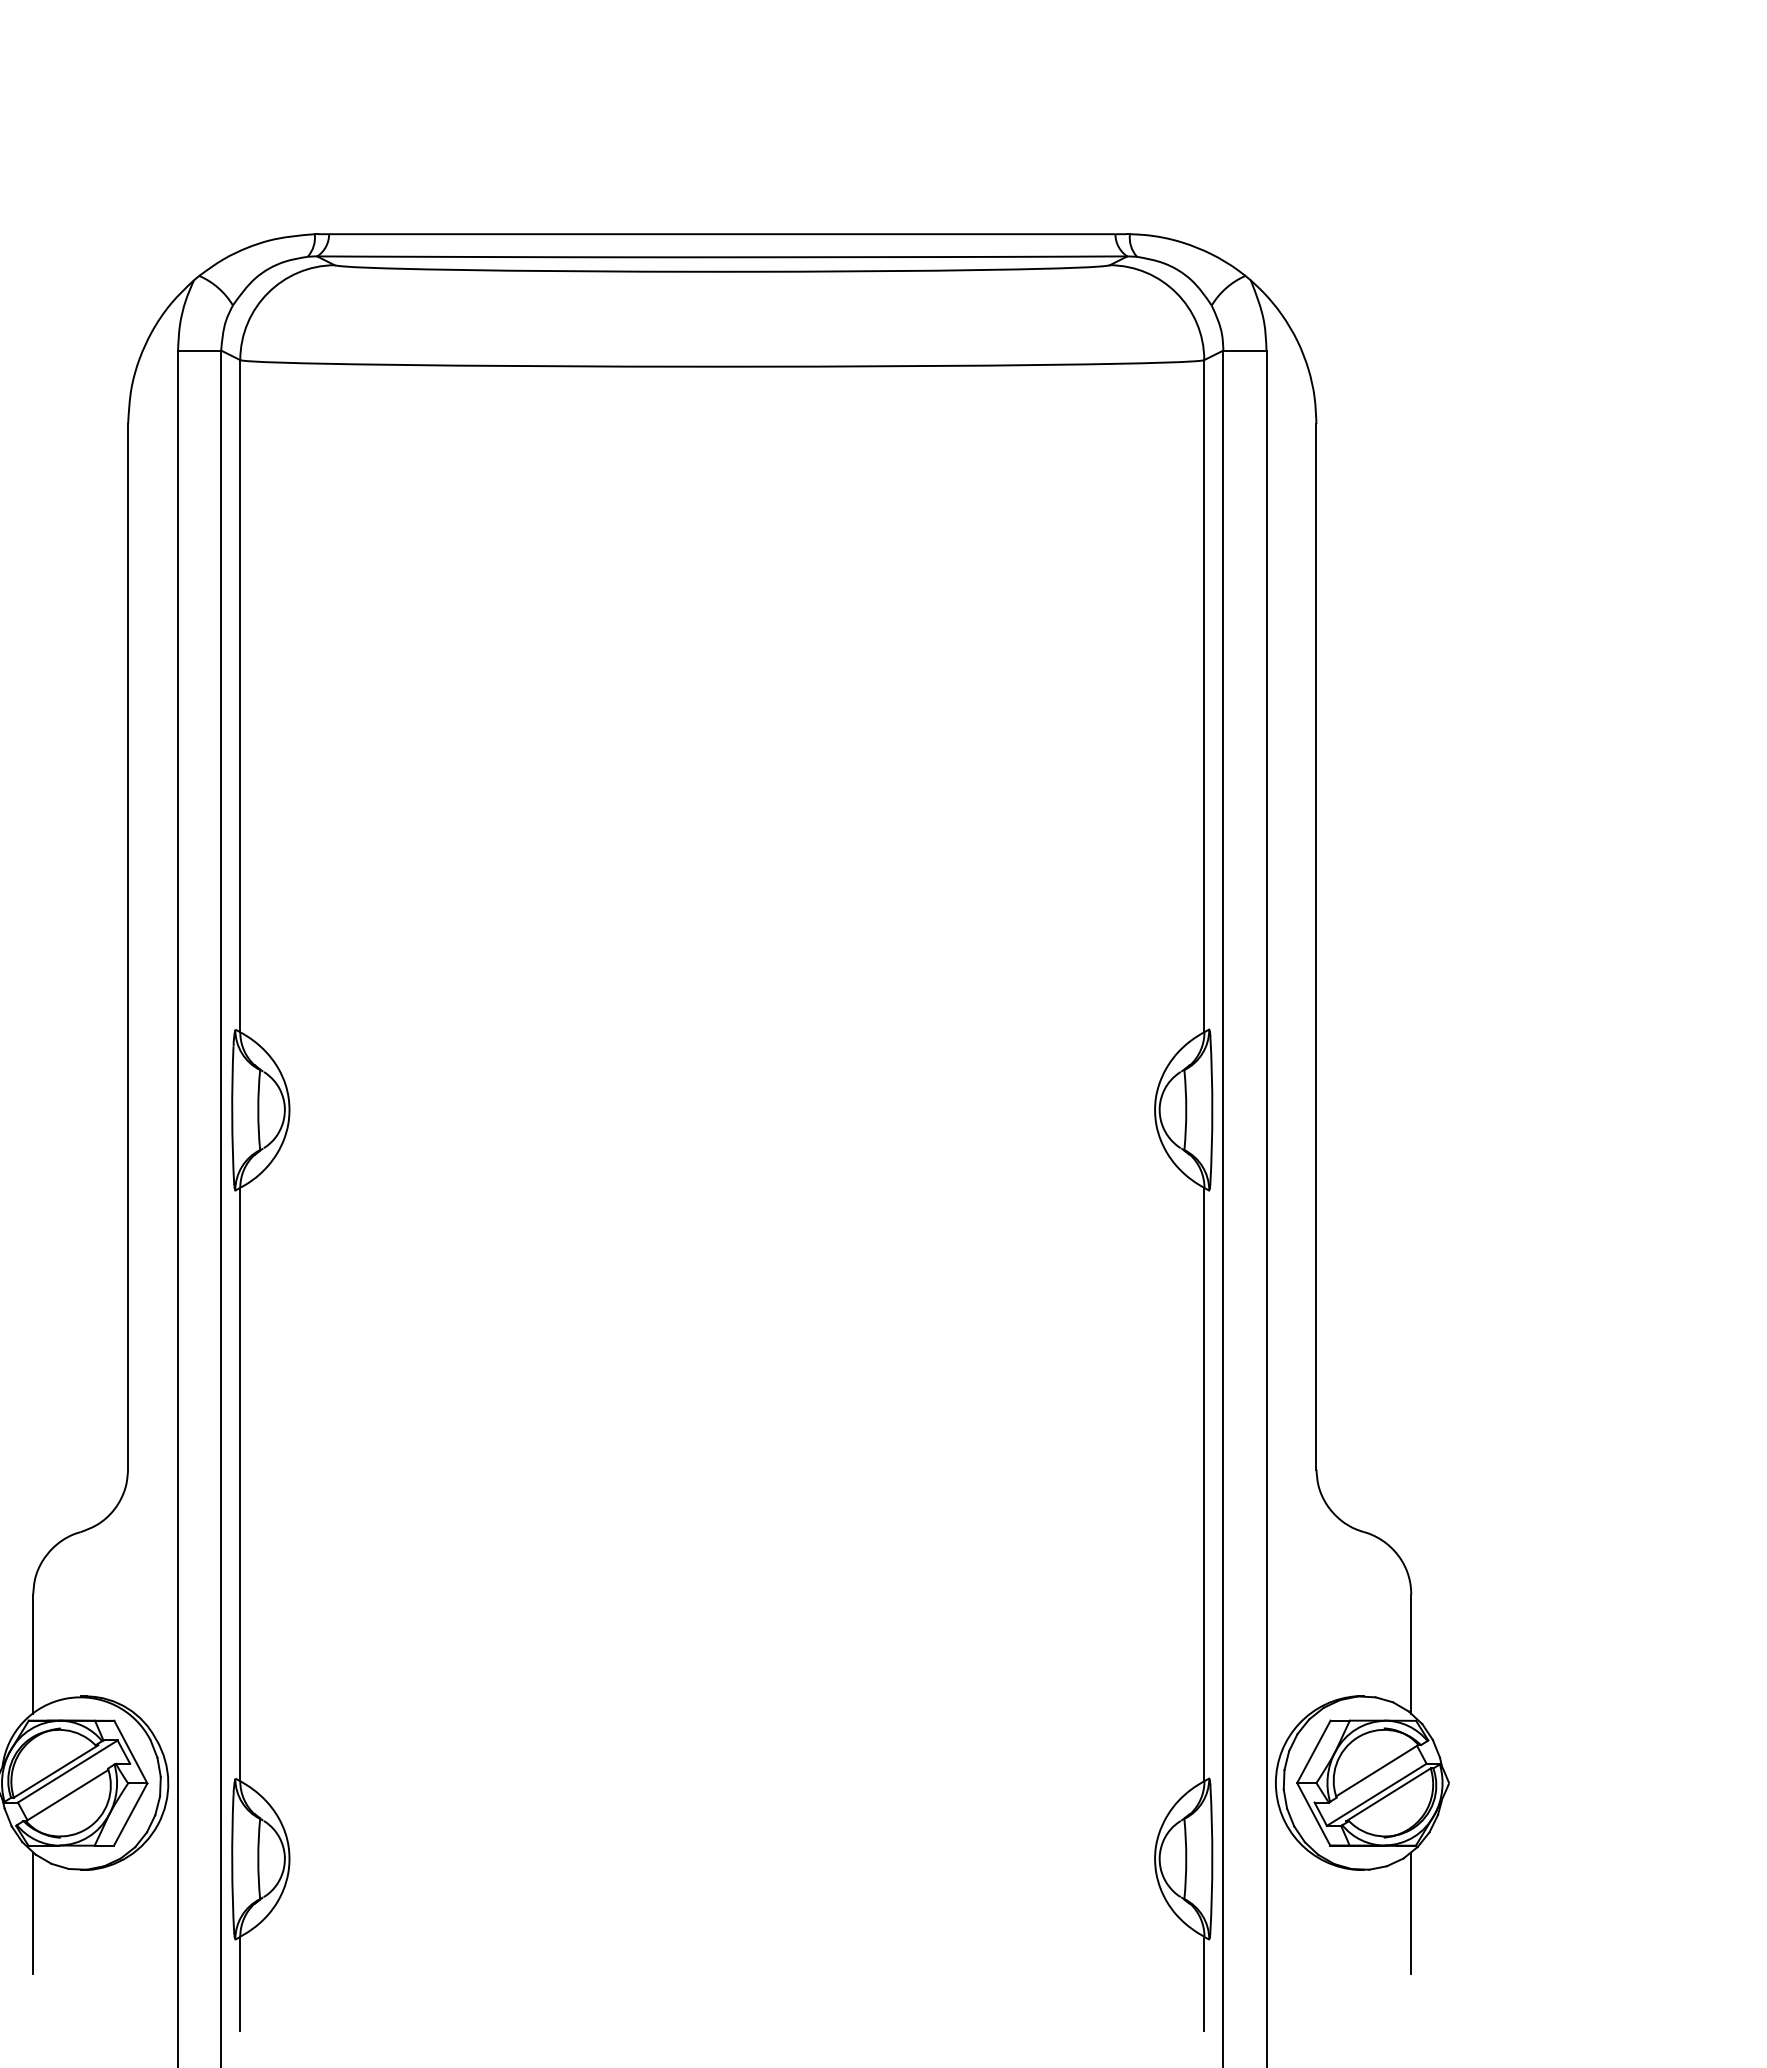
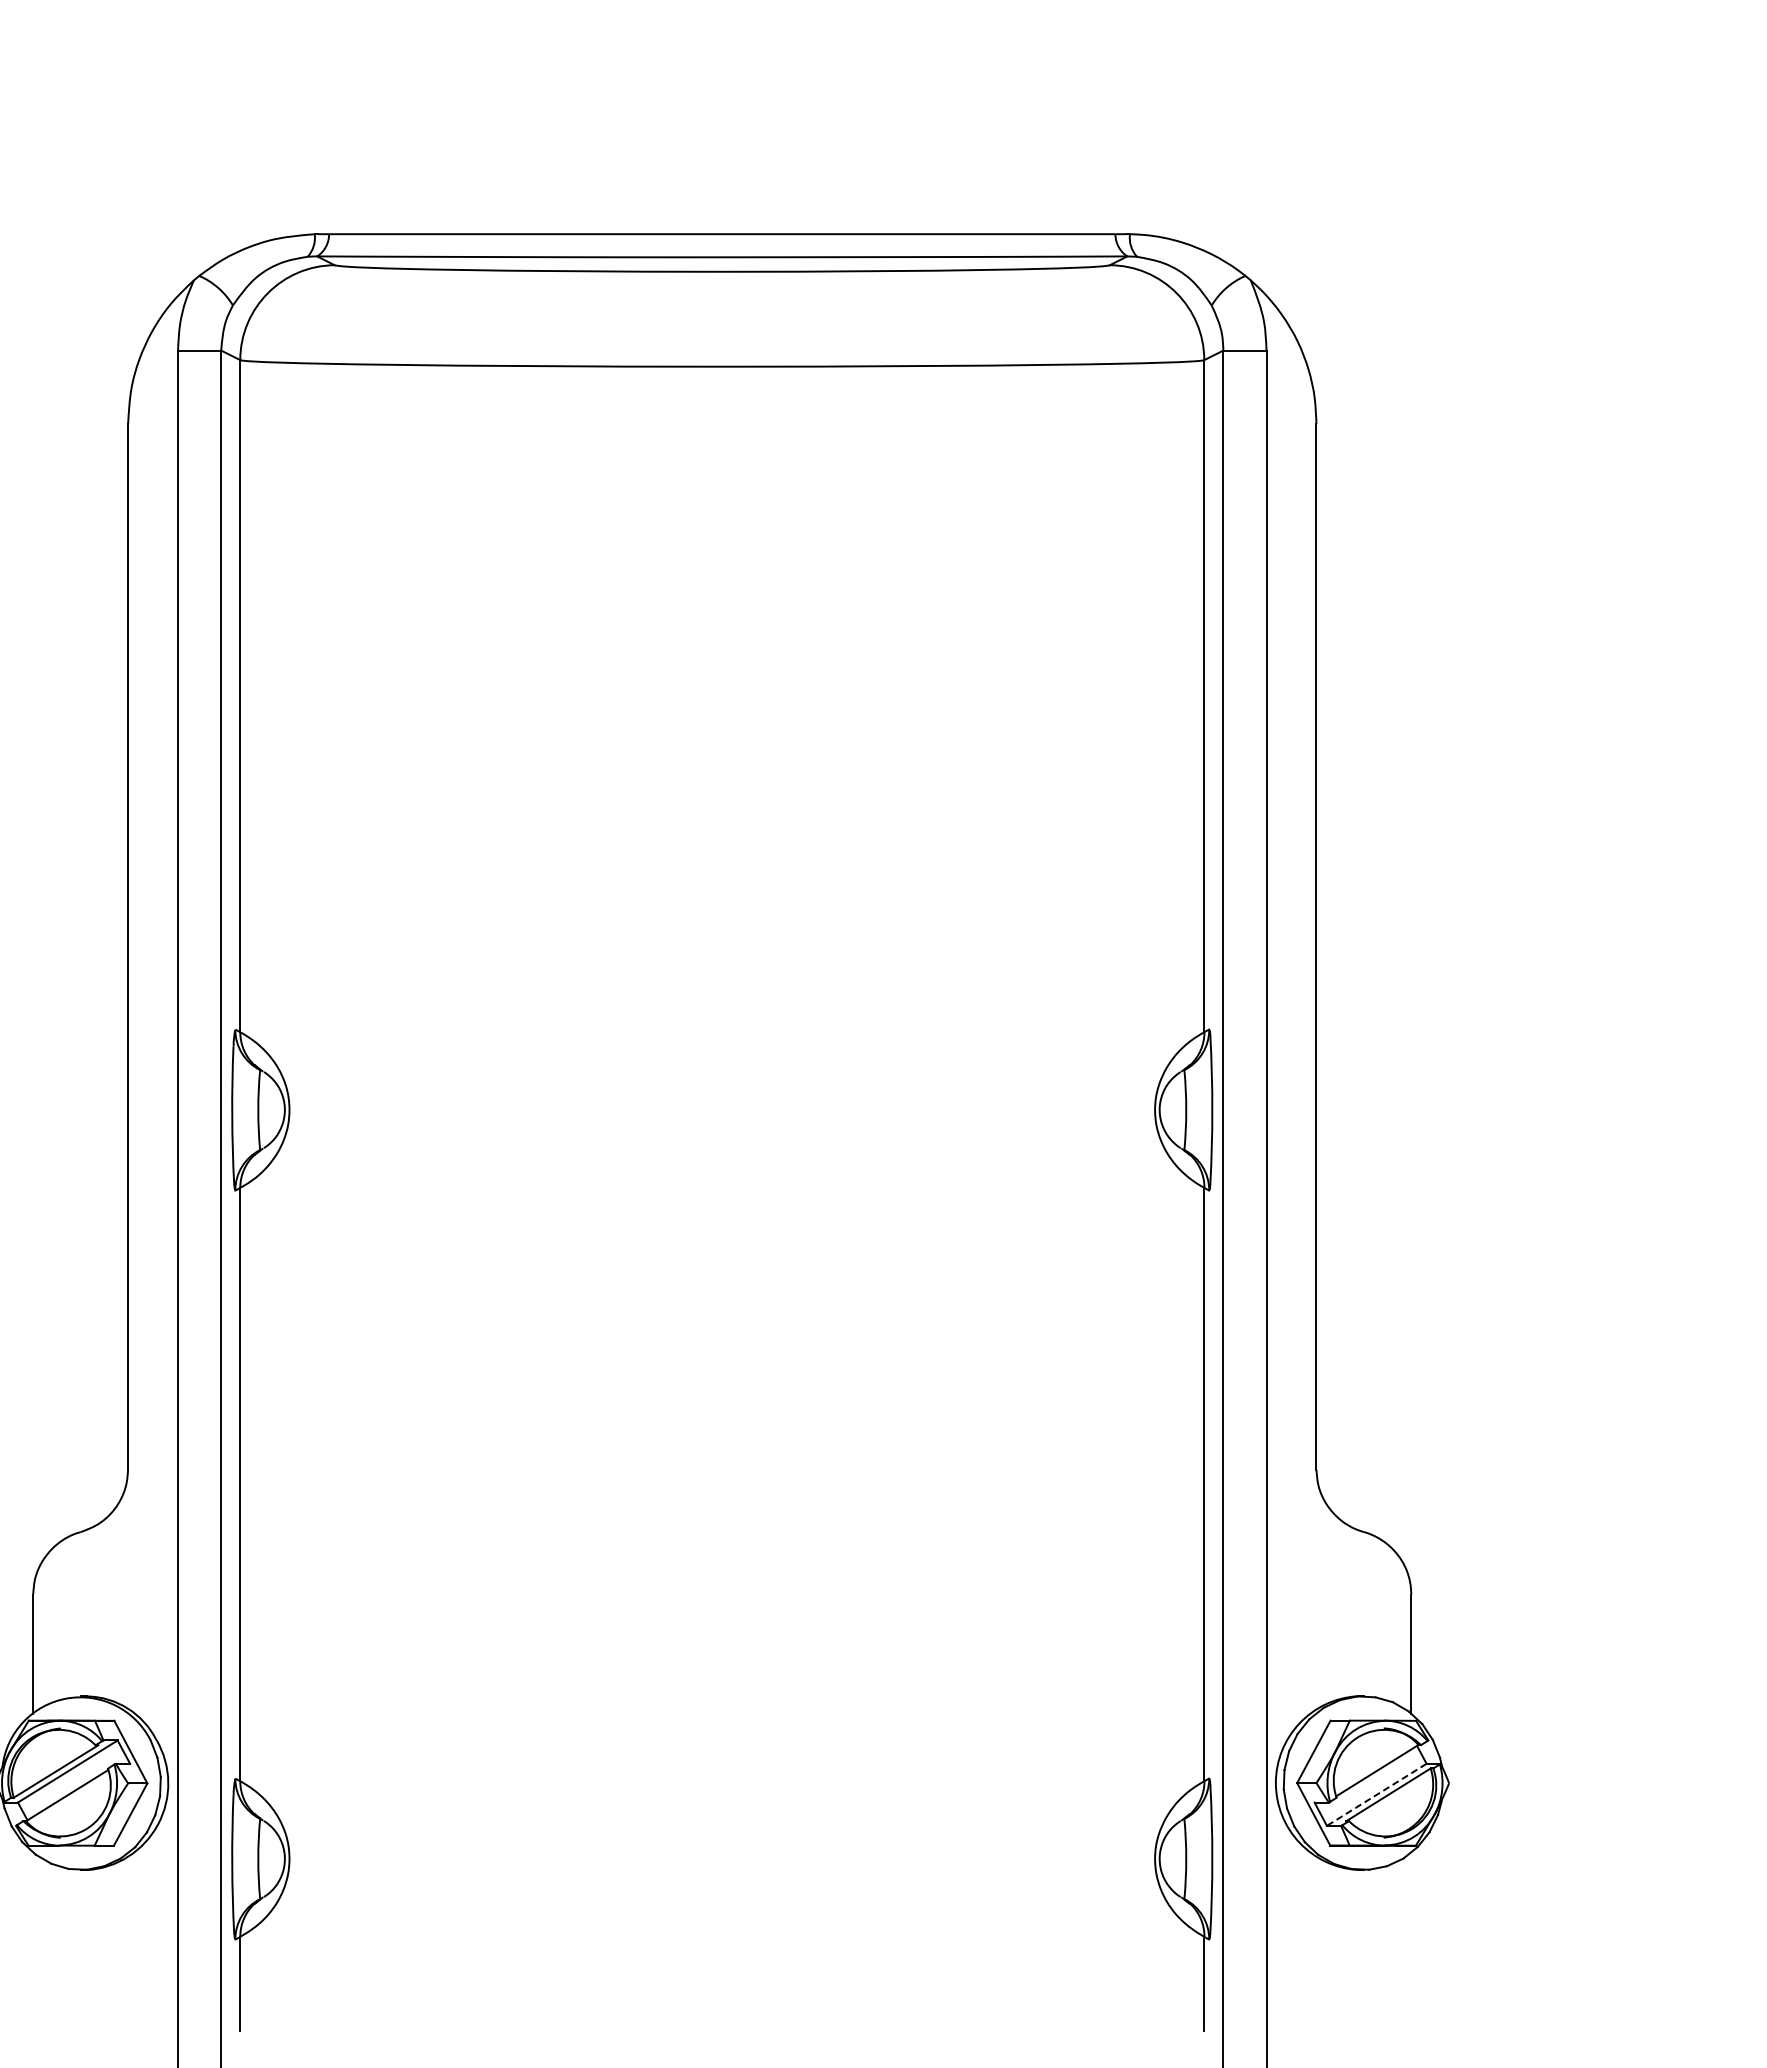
line at (1376, 1794): solid -> dashed
line at (33, 1912): present -> none
line at (1411, 1912): present -> none
